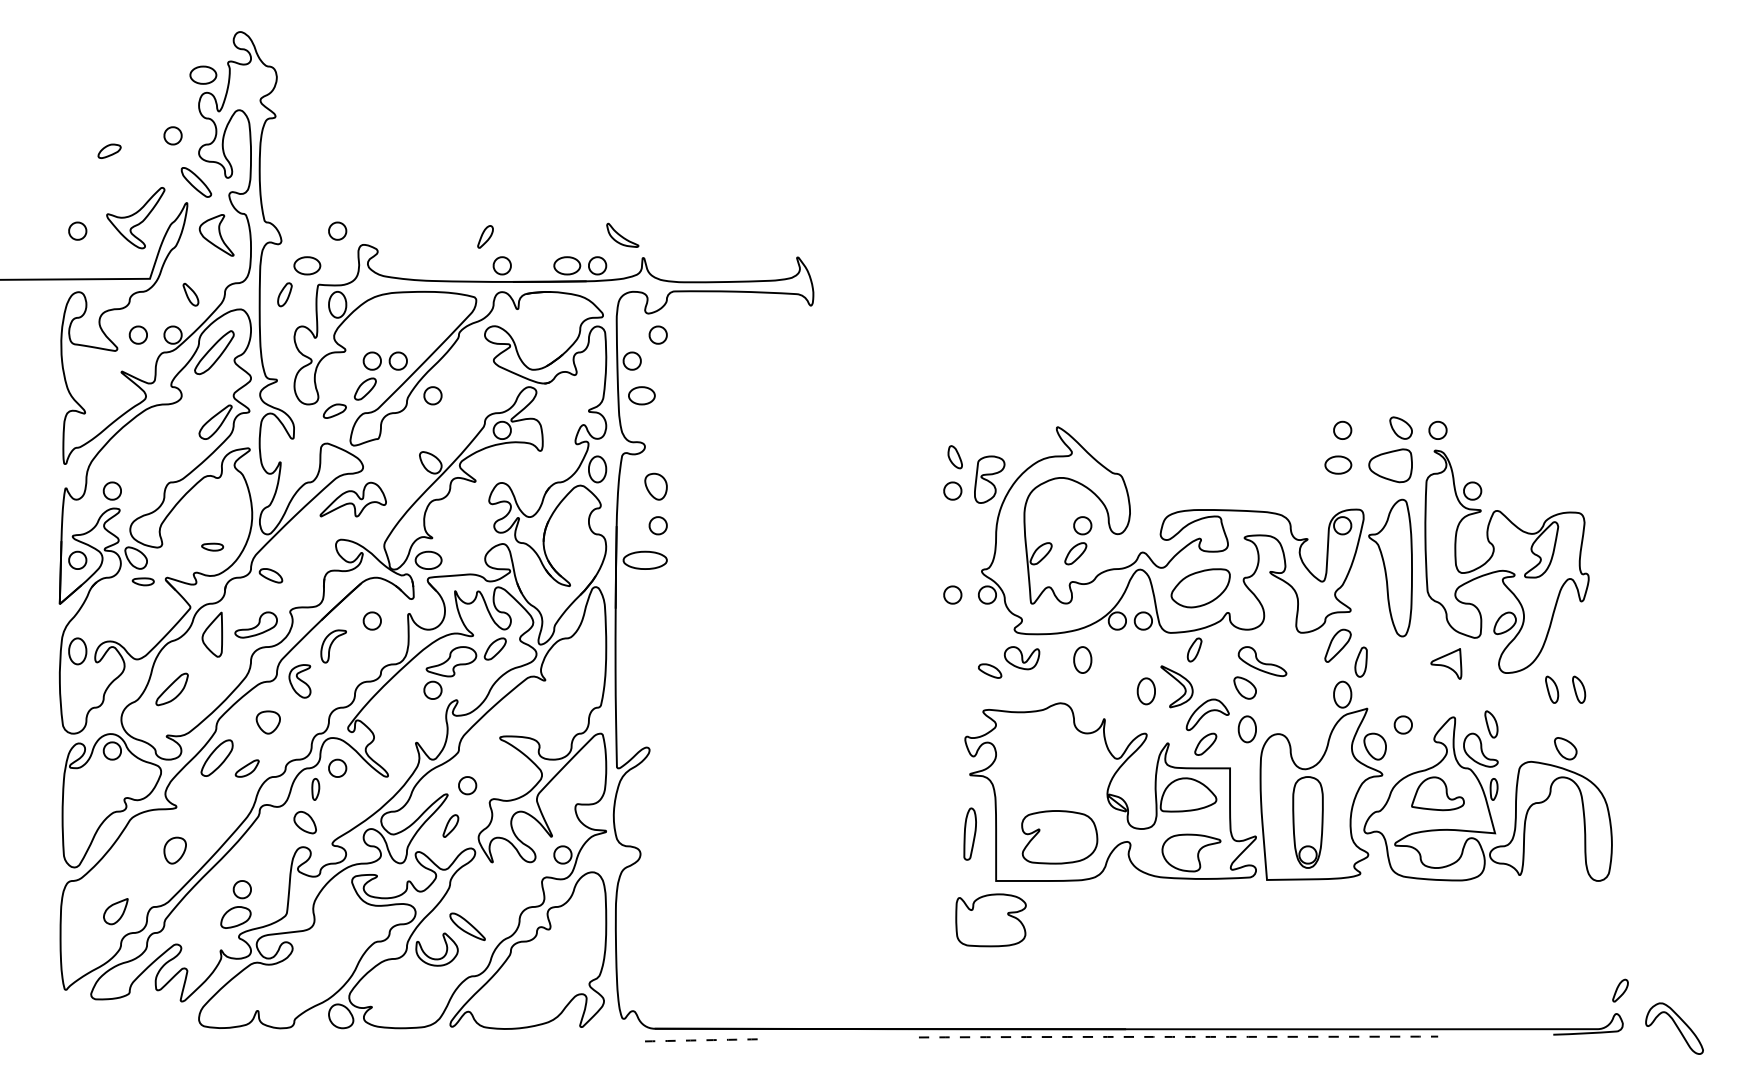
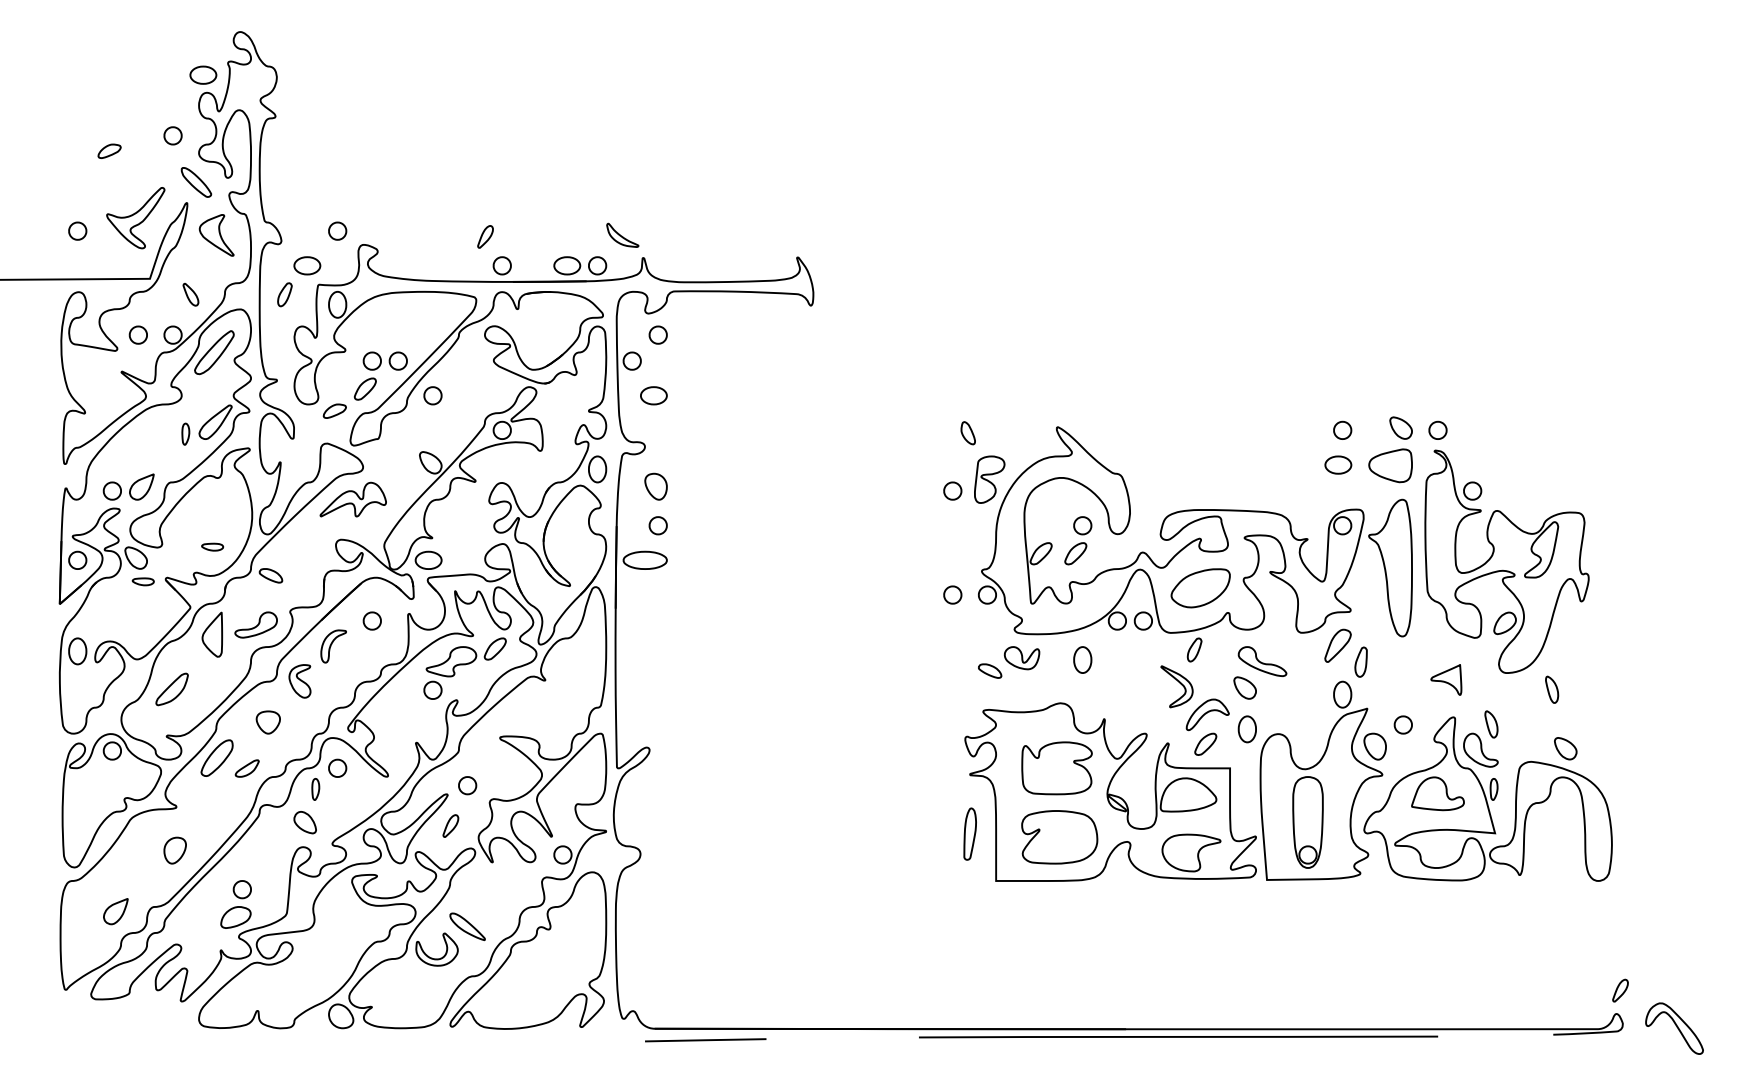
part at (641, 395) position: (641, 395) -> (653, 395)
part at (185, 433): none -> present
part at (954, 457) position: (954, 457) -> (967, 433)
part at (141, 486): none -> present
part at (1446, 663) position: (1446, 663) -> (1446, 679)
part at (1579, 689): present -> none
part at (1145, 691): present -> none
part at (990, 920) position: (990, 920) -> (1056, 768)
line at (1178, 1036): dashed -> solid
line at (705, 1040): dashed -> solid
